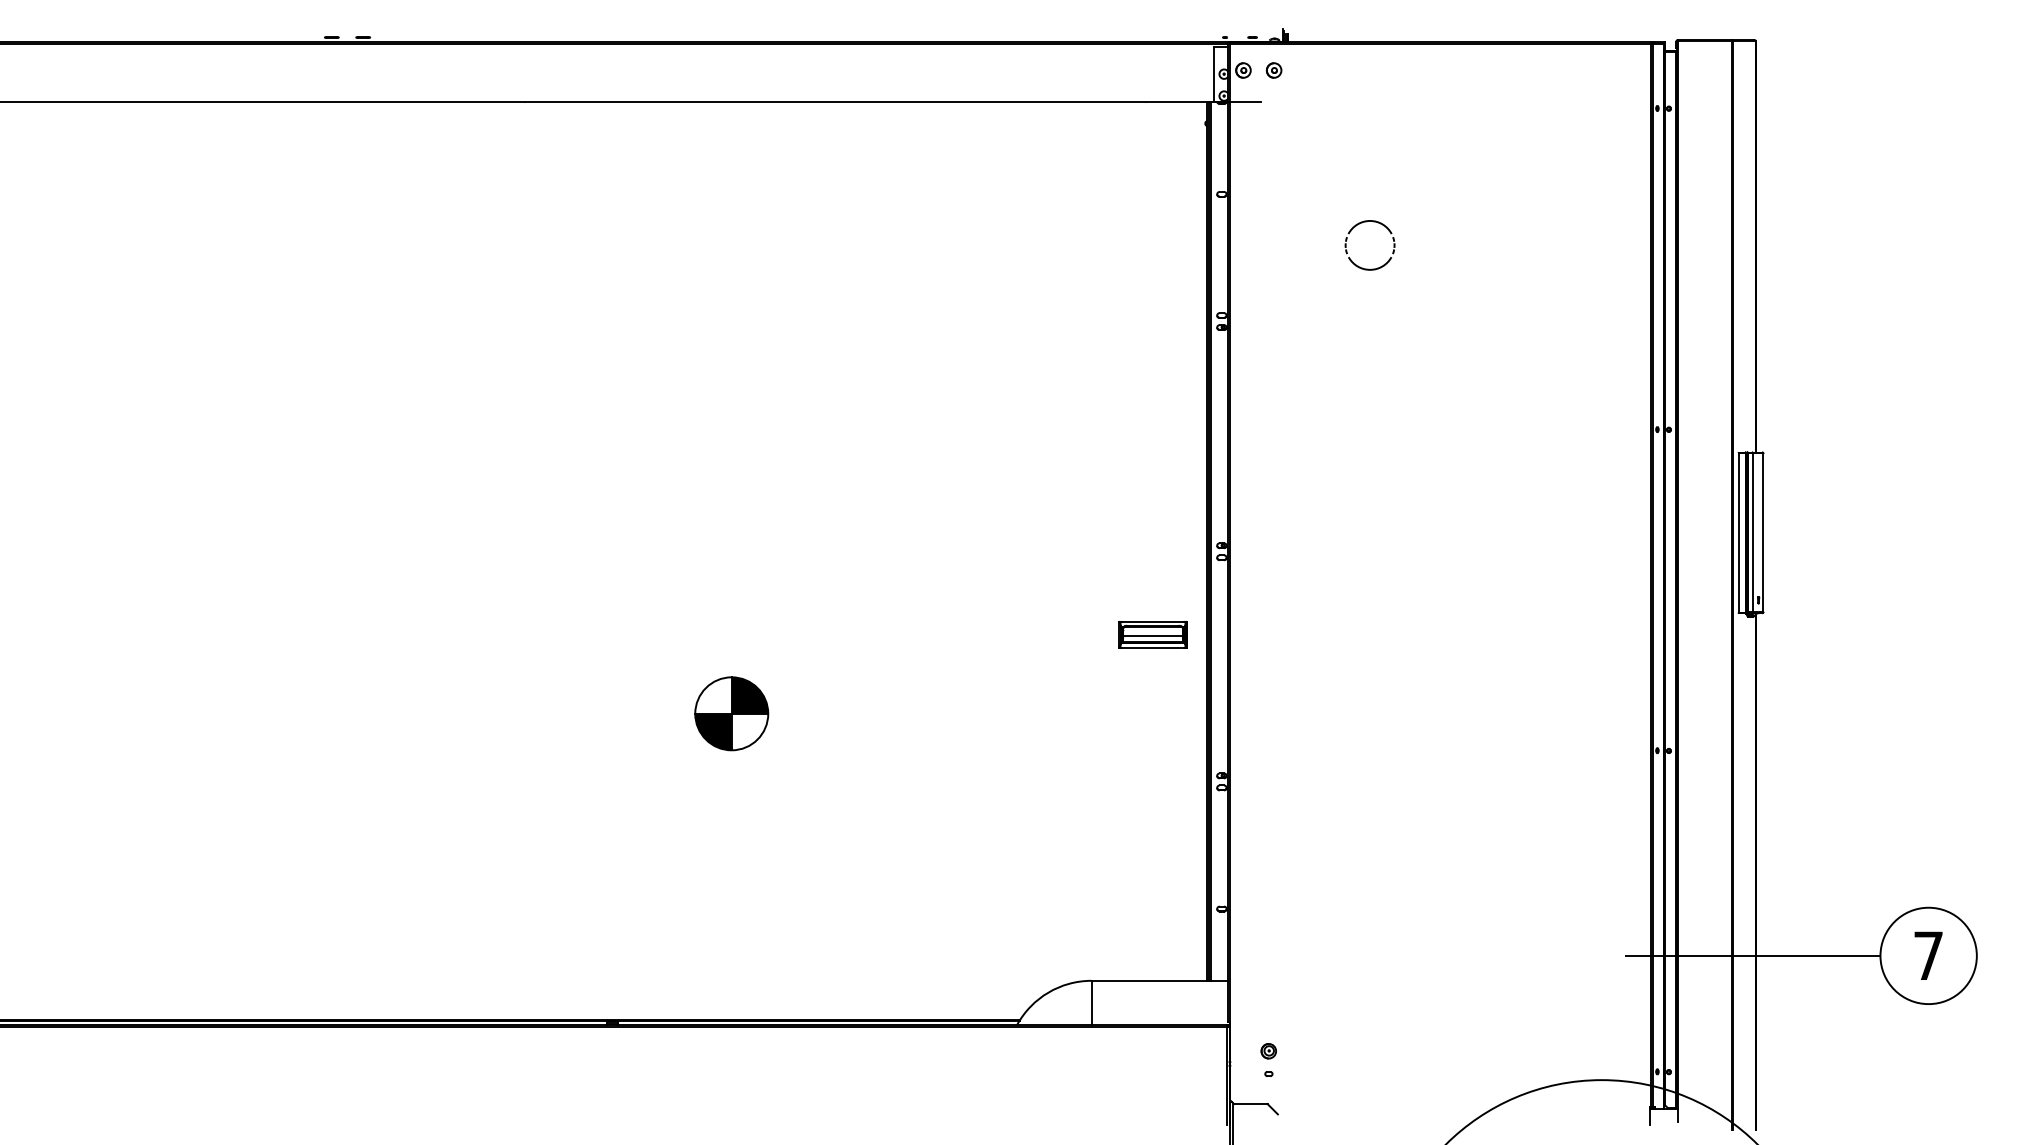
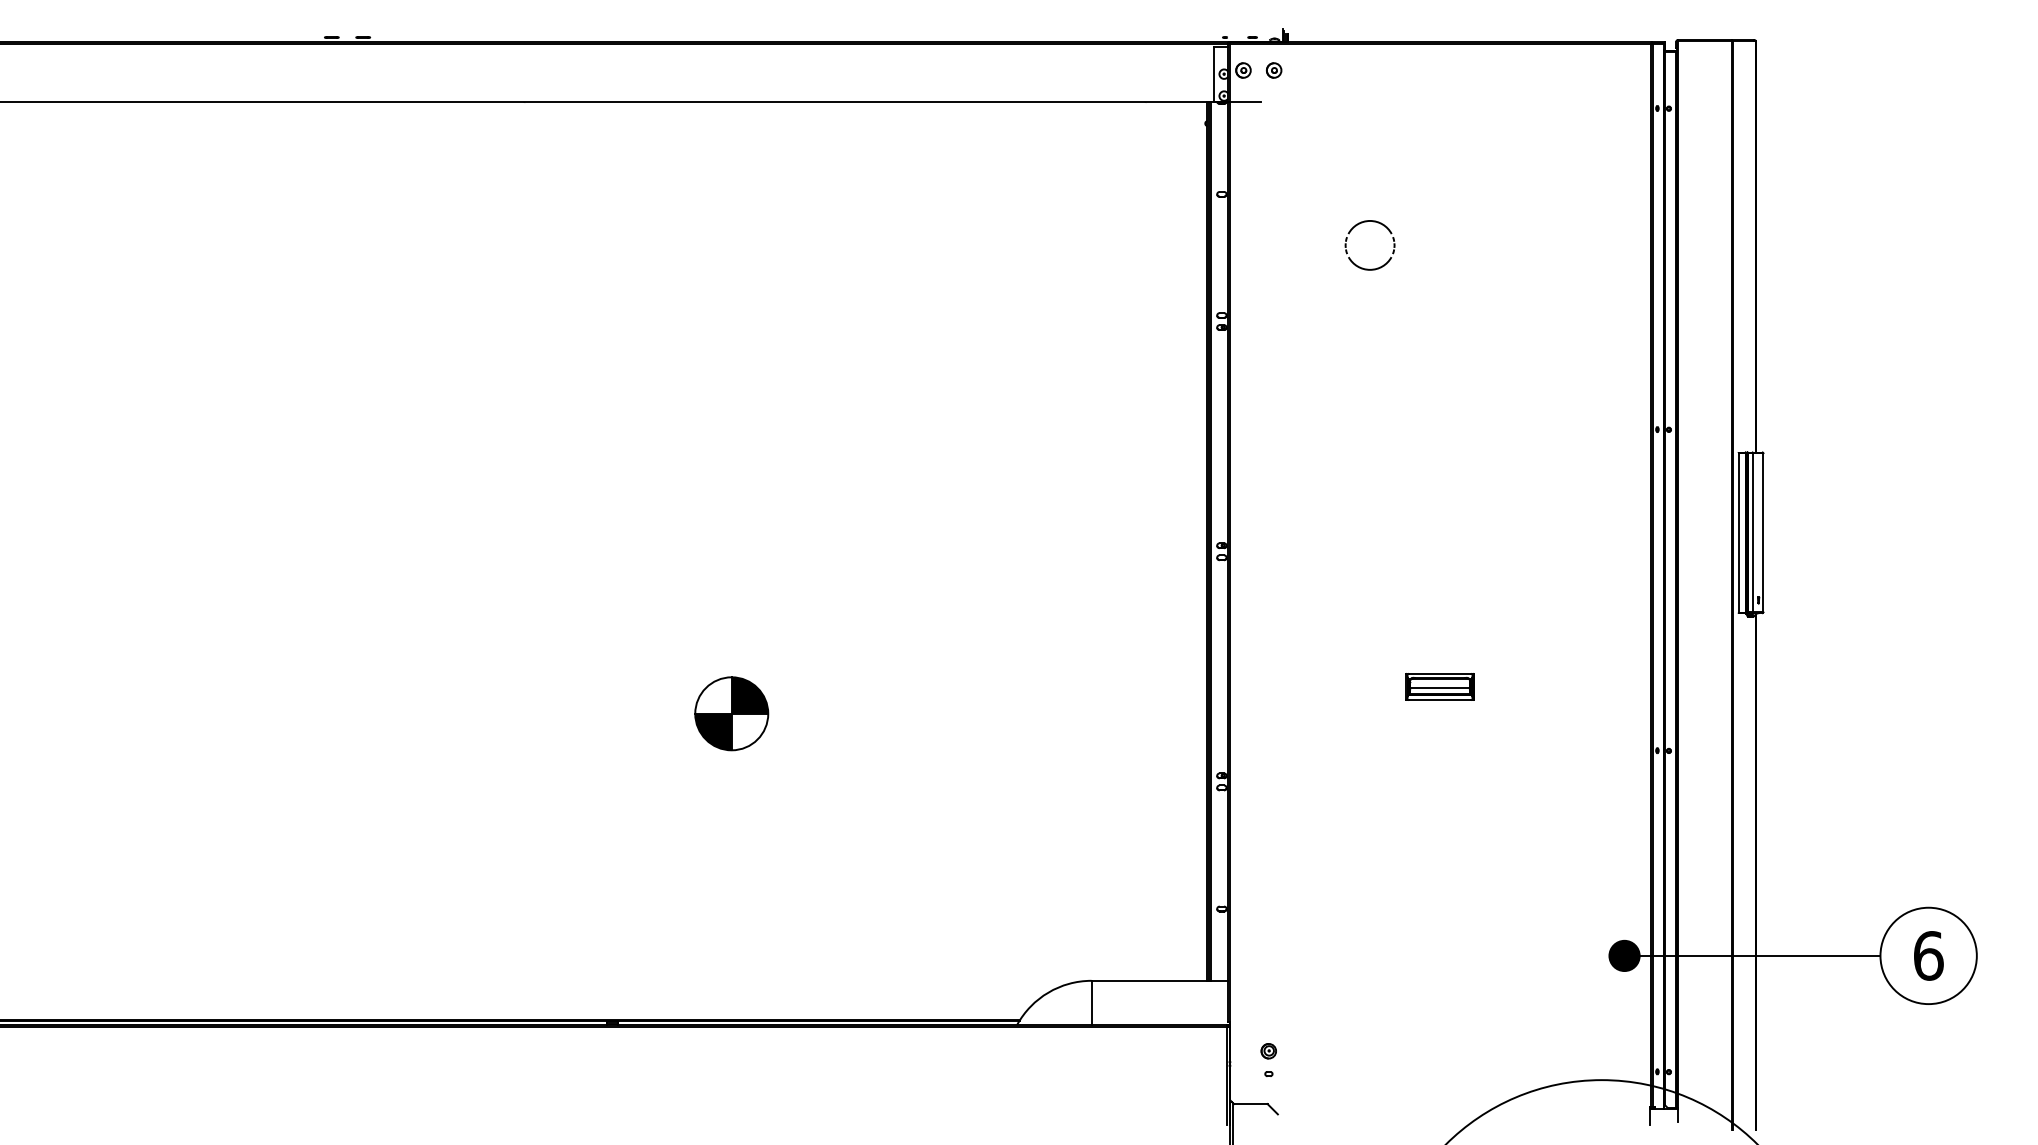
part at (1152, 634) position: (1152, 634) -> (1439, 686)
fill at (1624, 955): none -> present
text at (1928, 955): 7 -> 6
